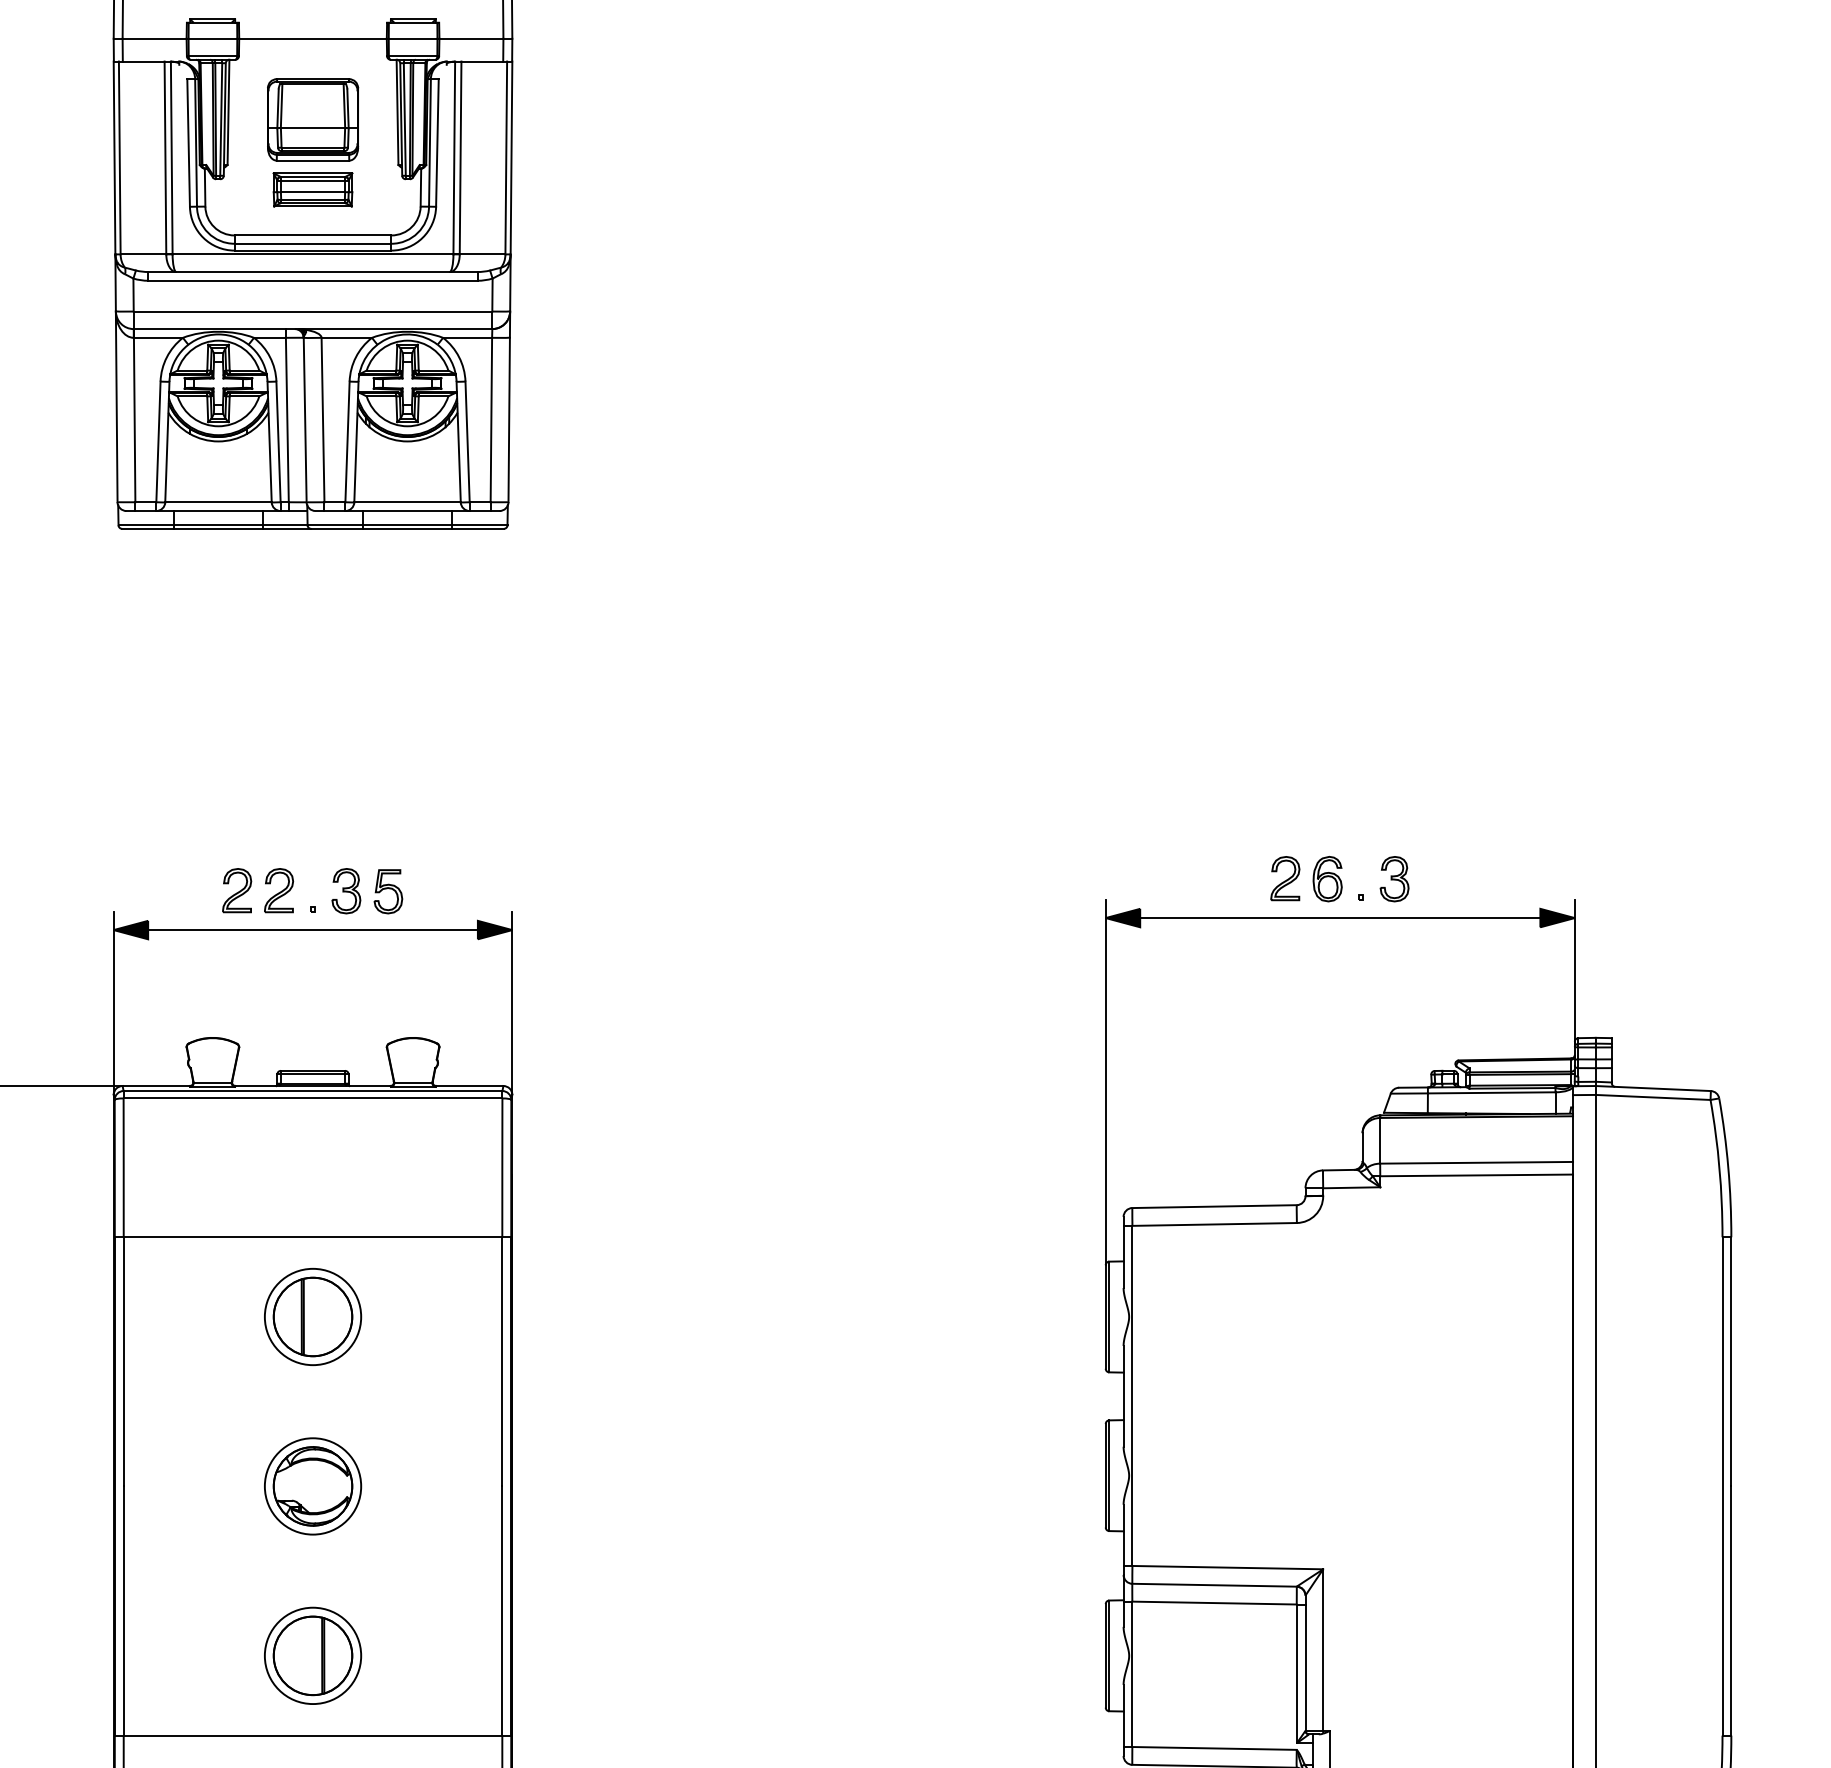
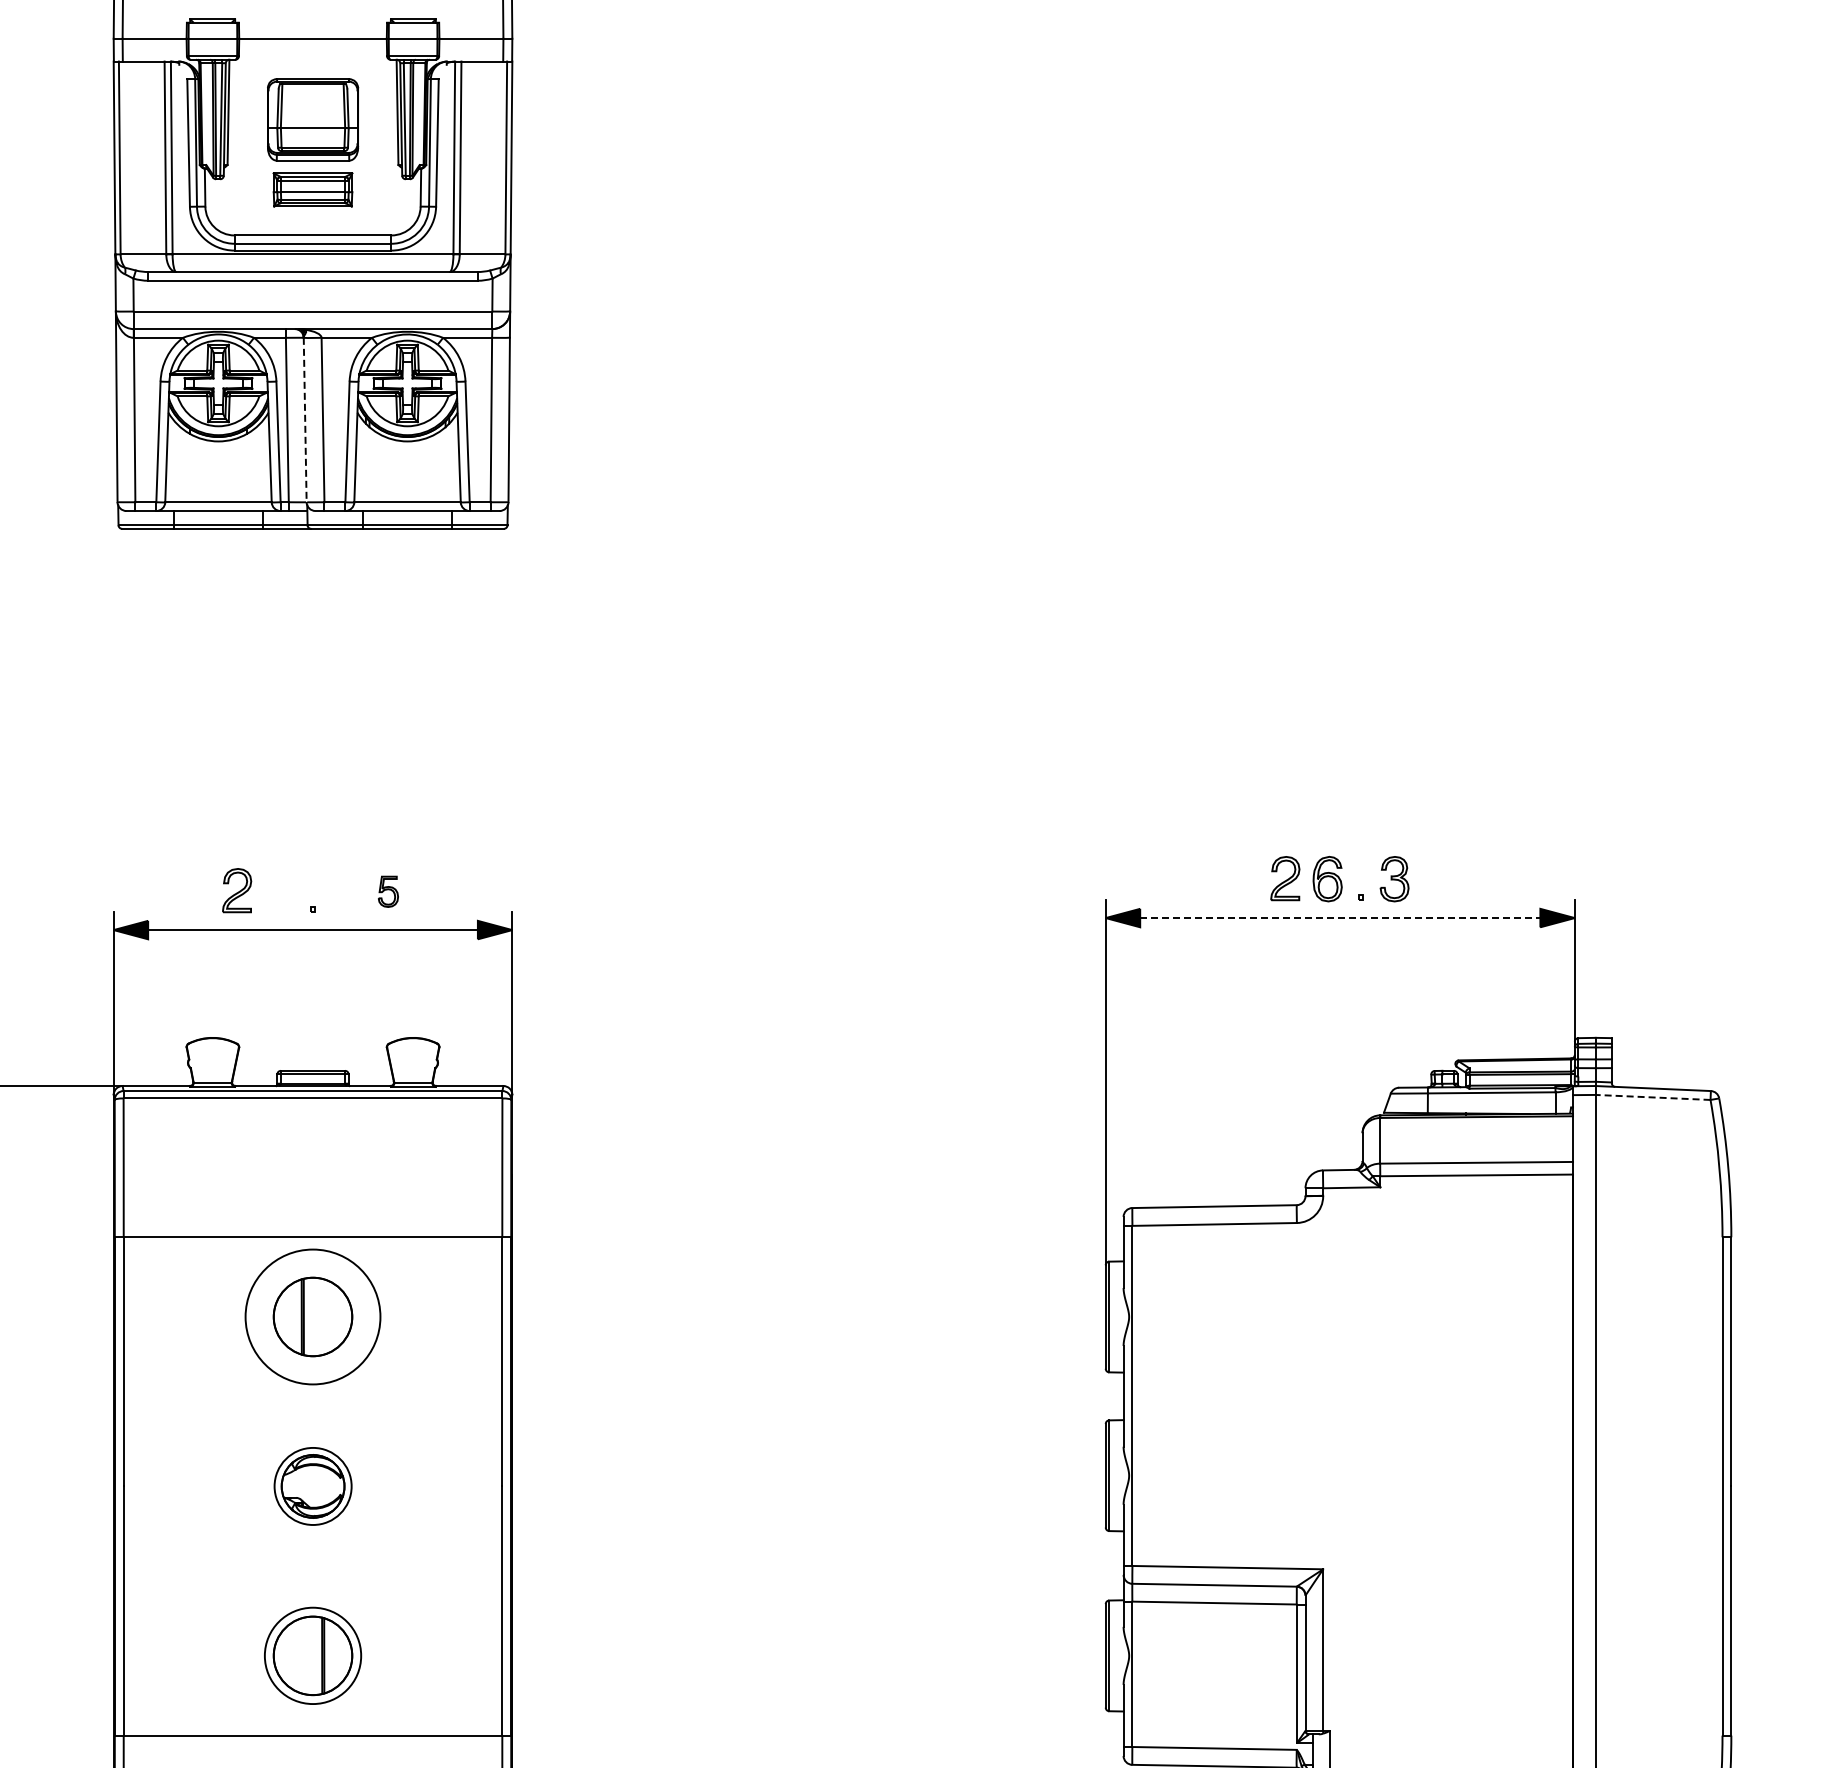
line at (305, 420): solid -> dashed
part at (279, 890): present -> none
part at (346, 891): present -> none
part at (388, 891) size: 31x46 px -> 21x33 px
line at (1340, 918): solid -> dashed
line at (1652, 1097): solid -> dashed
circle at (312, 1316) diameter: 96 px -> 135 px
part at (313, 1486) size: 99x99 px -> 80x79 px
